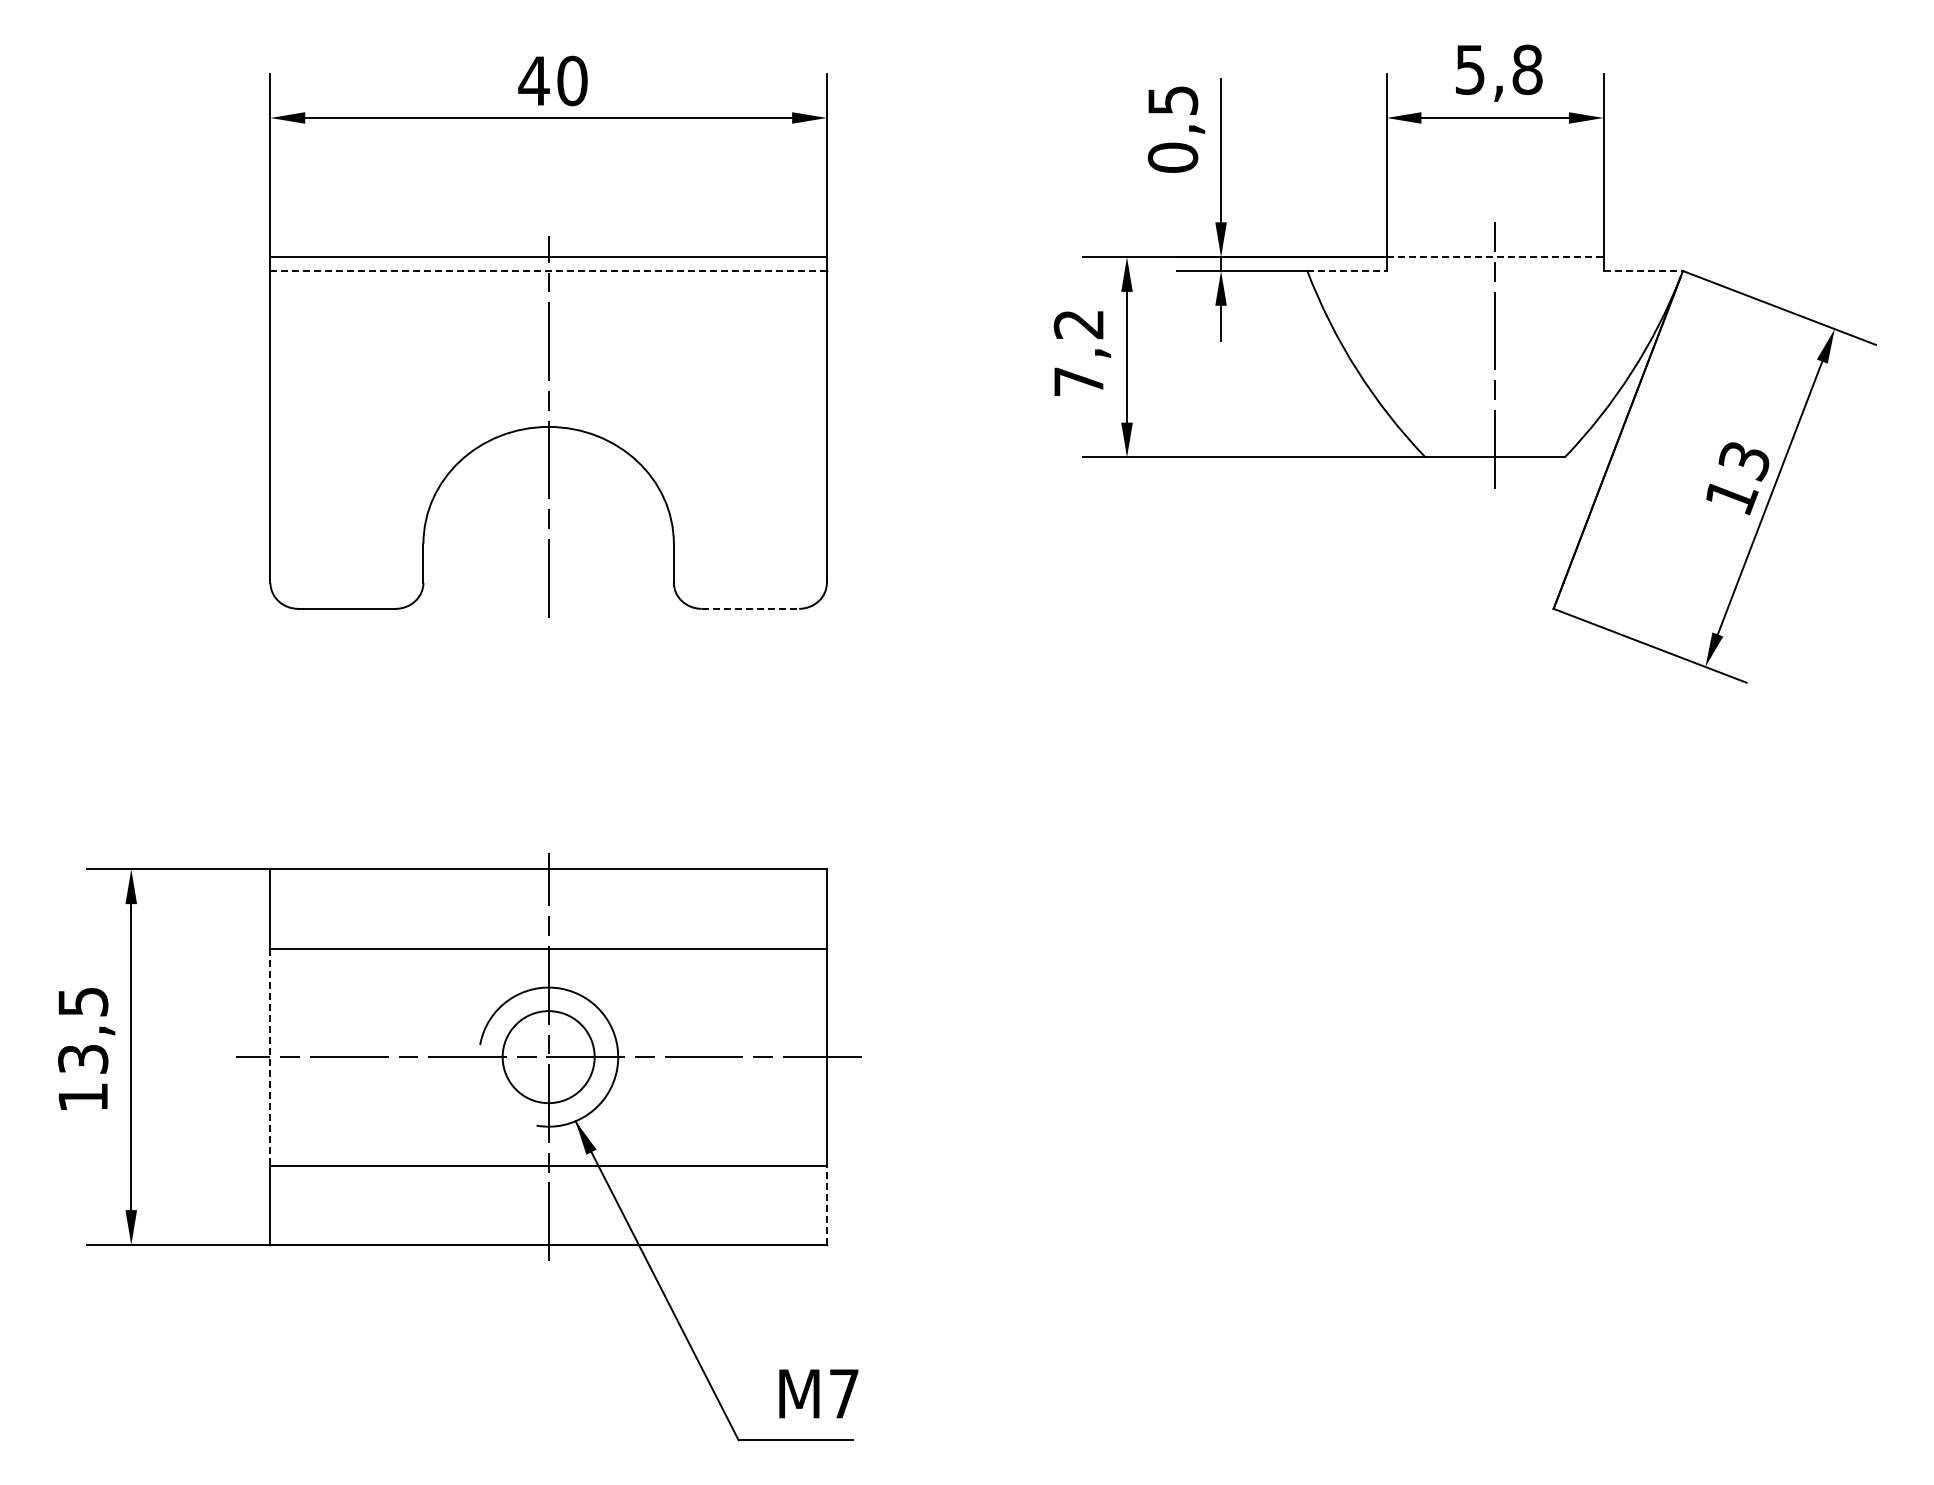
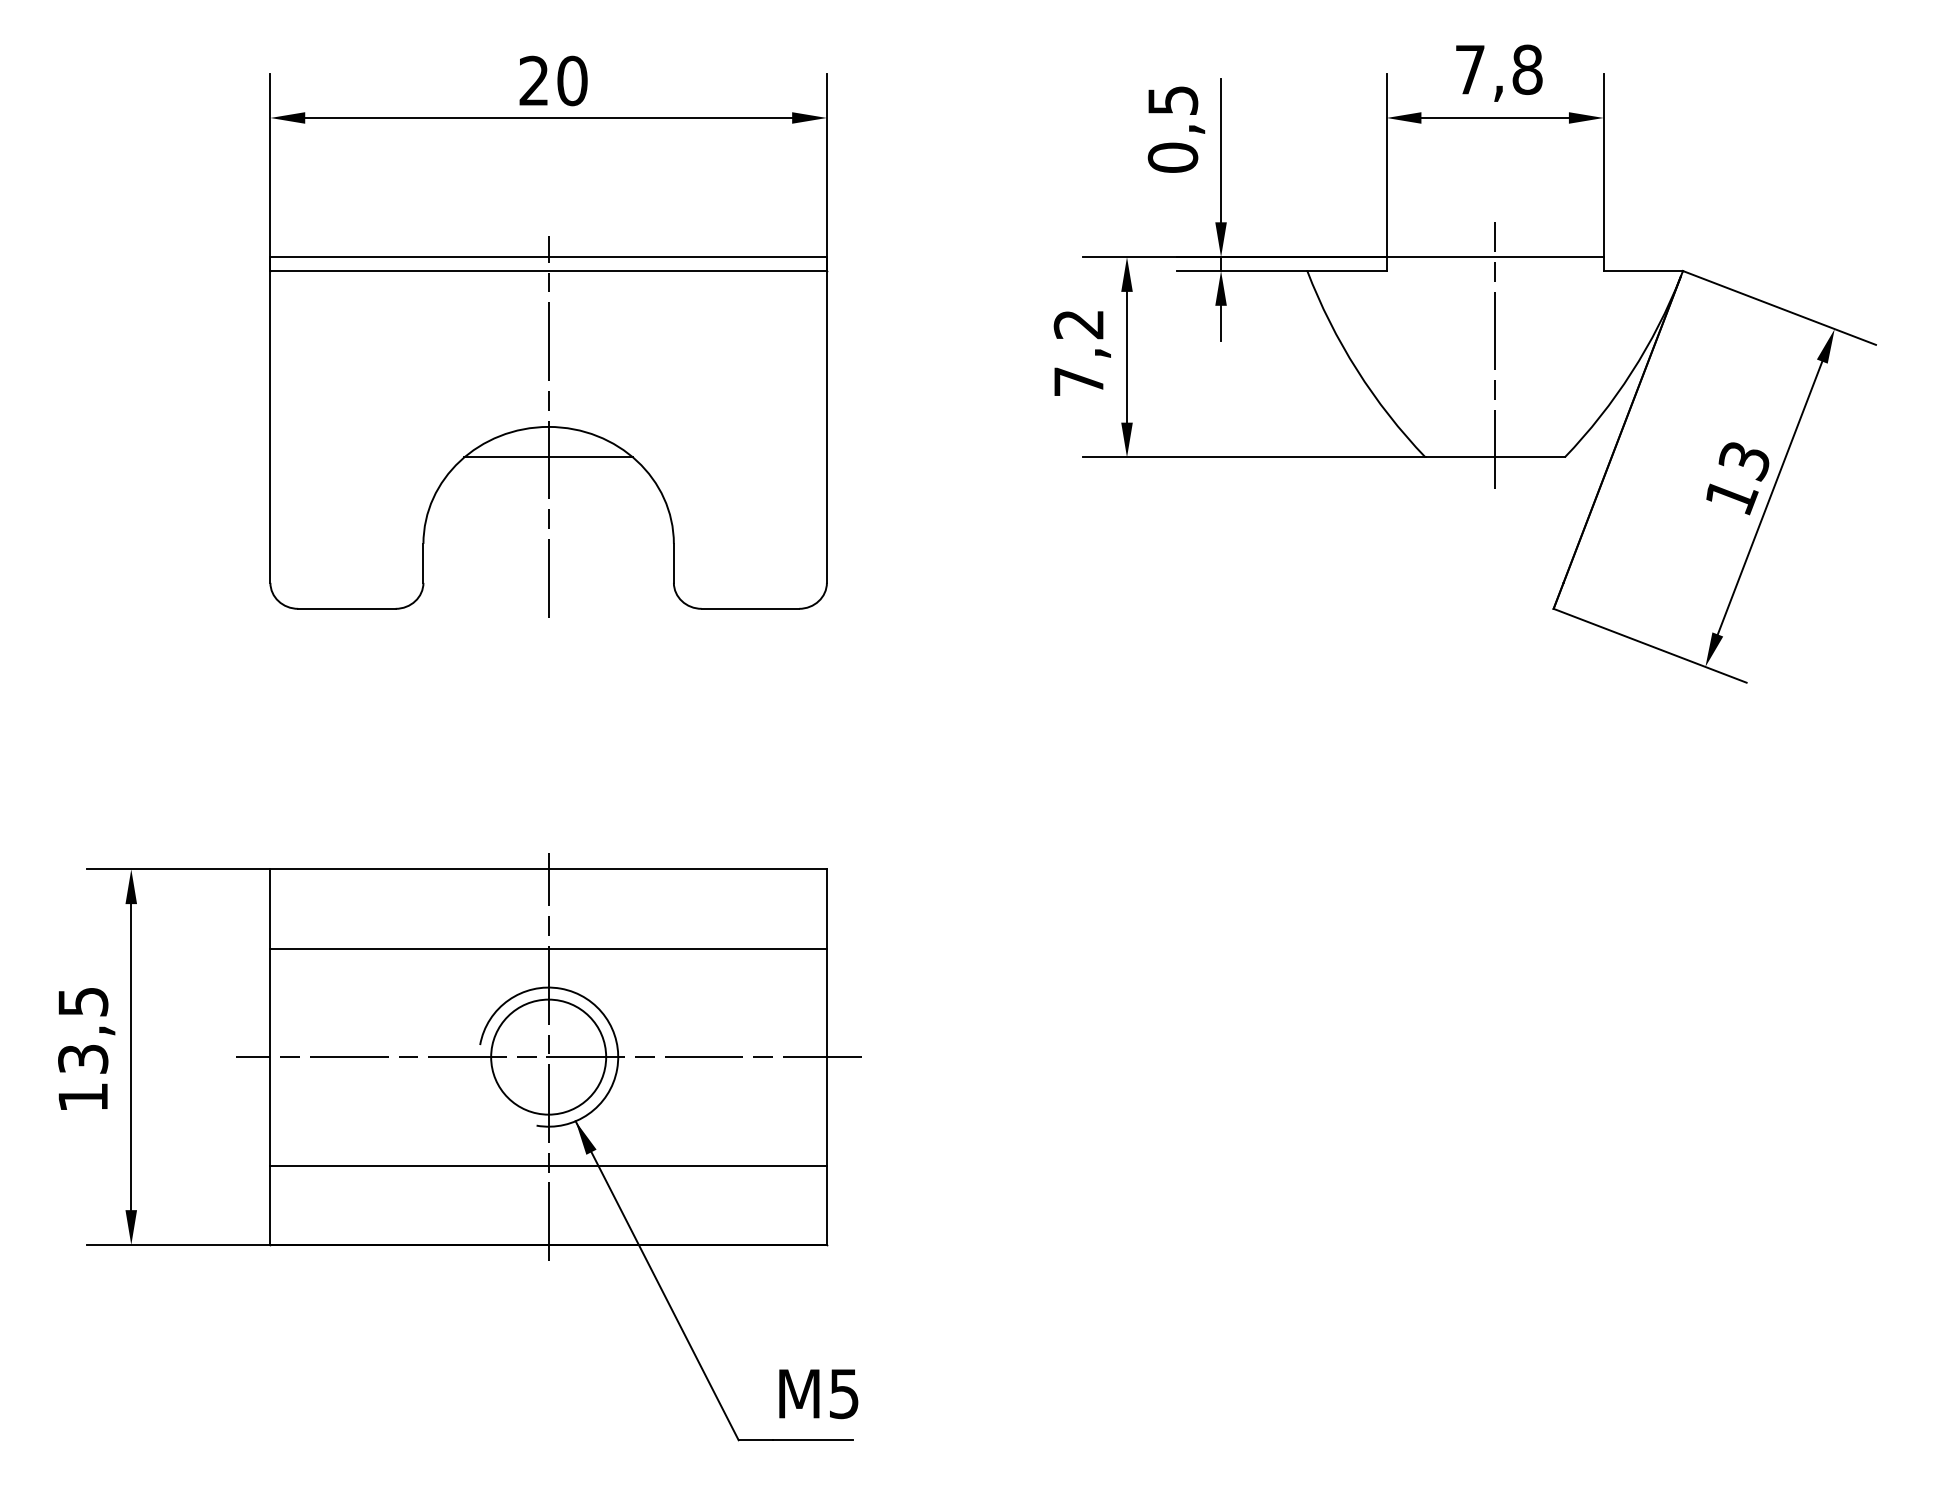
text at (1470, 70): 5,8 -> 7,8
text at (534, 80): 40 -> 20
line at (1495, 257): dashed -> solid
line at (548, 271): dashed -> solid
line at (1347, 271): dashed -> solid
line at (1643, 271): dashed -> solid
line at (548, 457): none -> present
line at (750, 608): dashed -> solid
line at (270, 1057): dashed -> solid
circle at (548, 1057) diameter: 92 px -> 115 px
line at (826, 1205): dashed -> solid
text at (844, 1394): M7 -> M5
